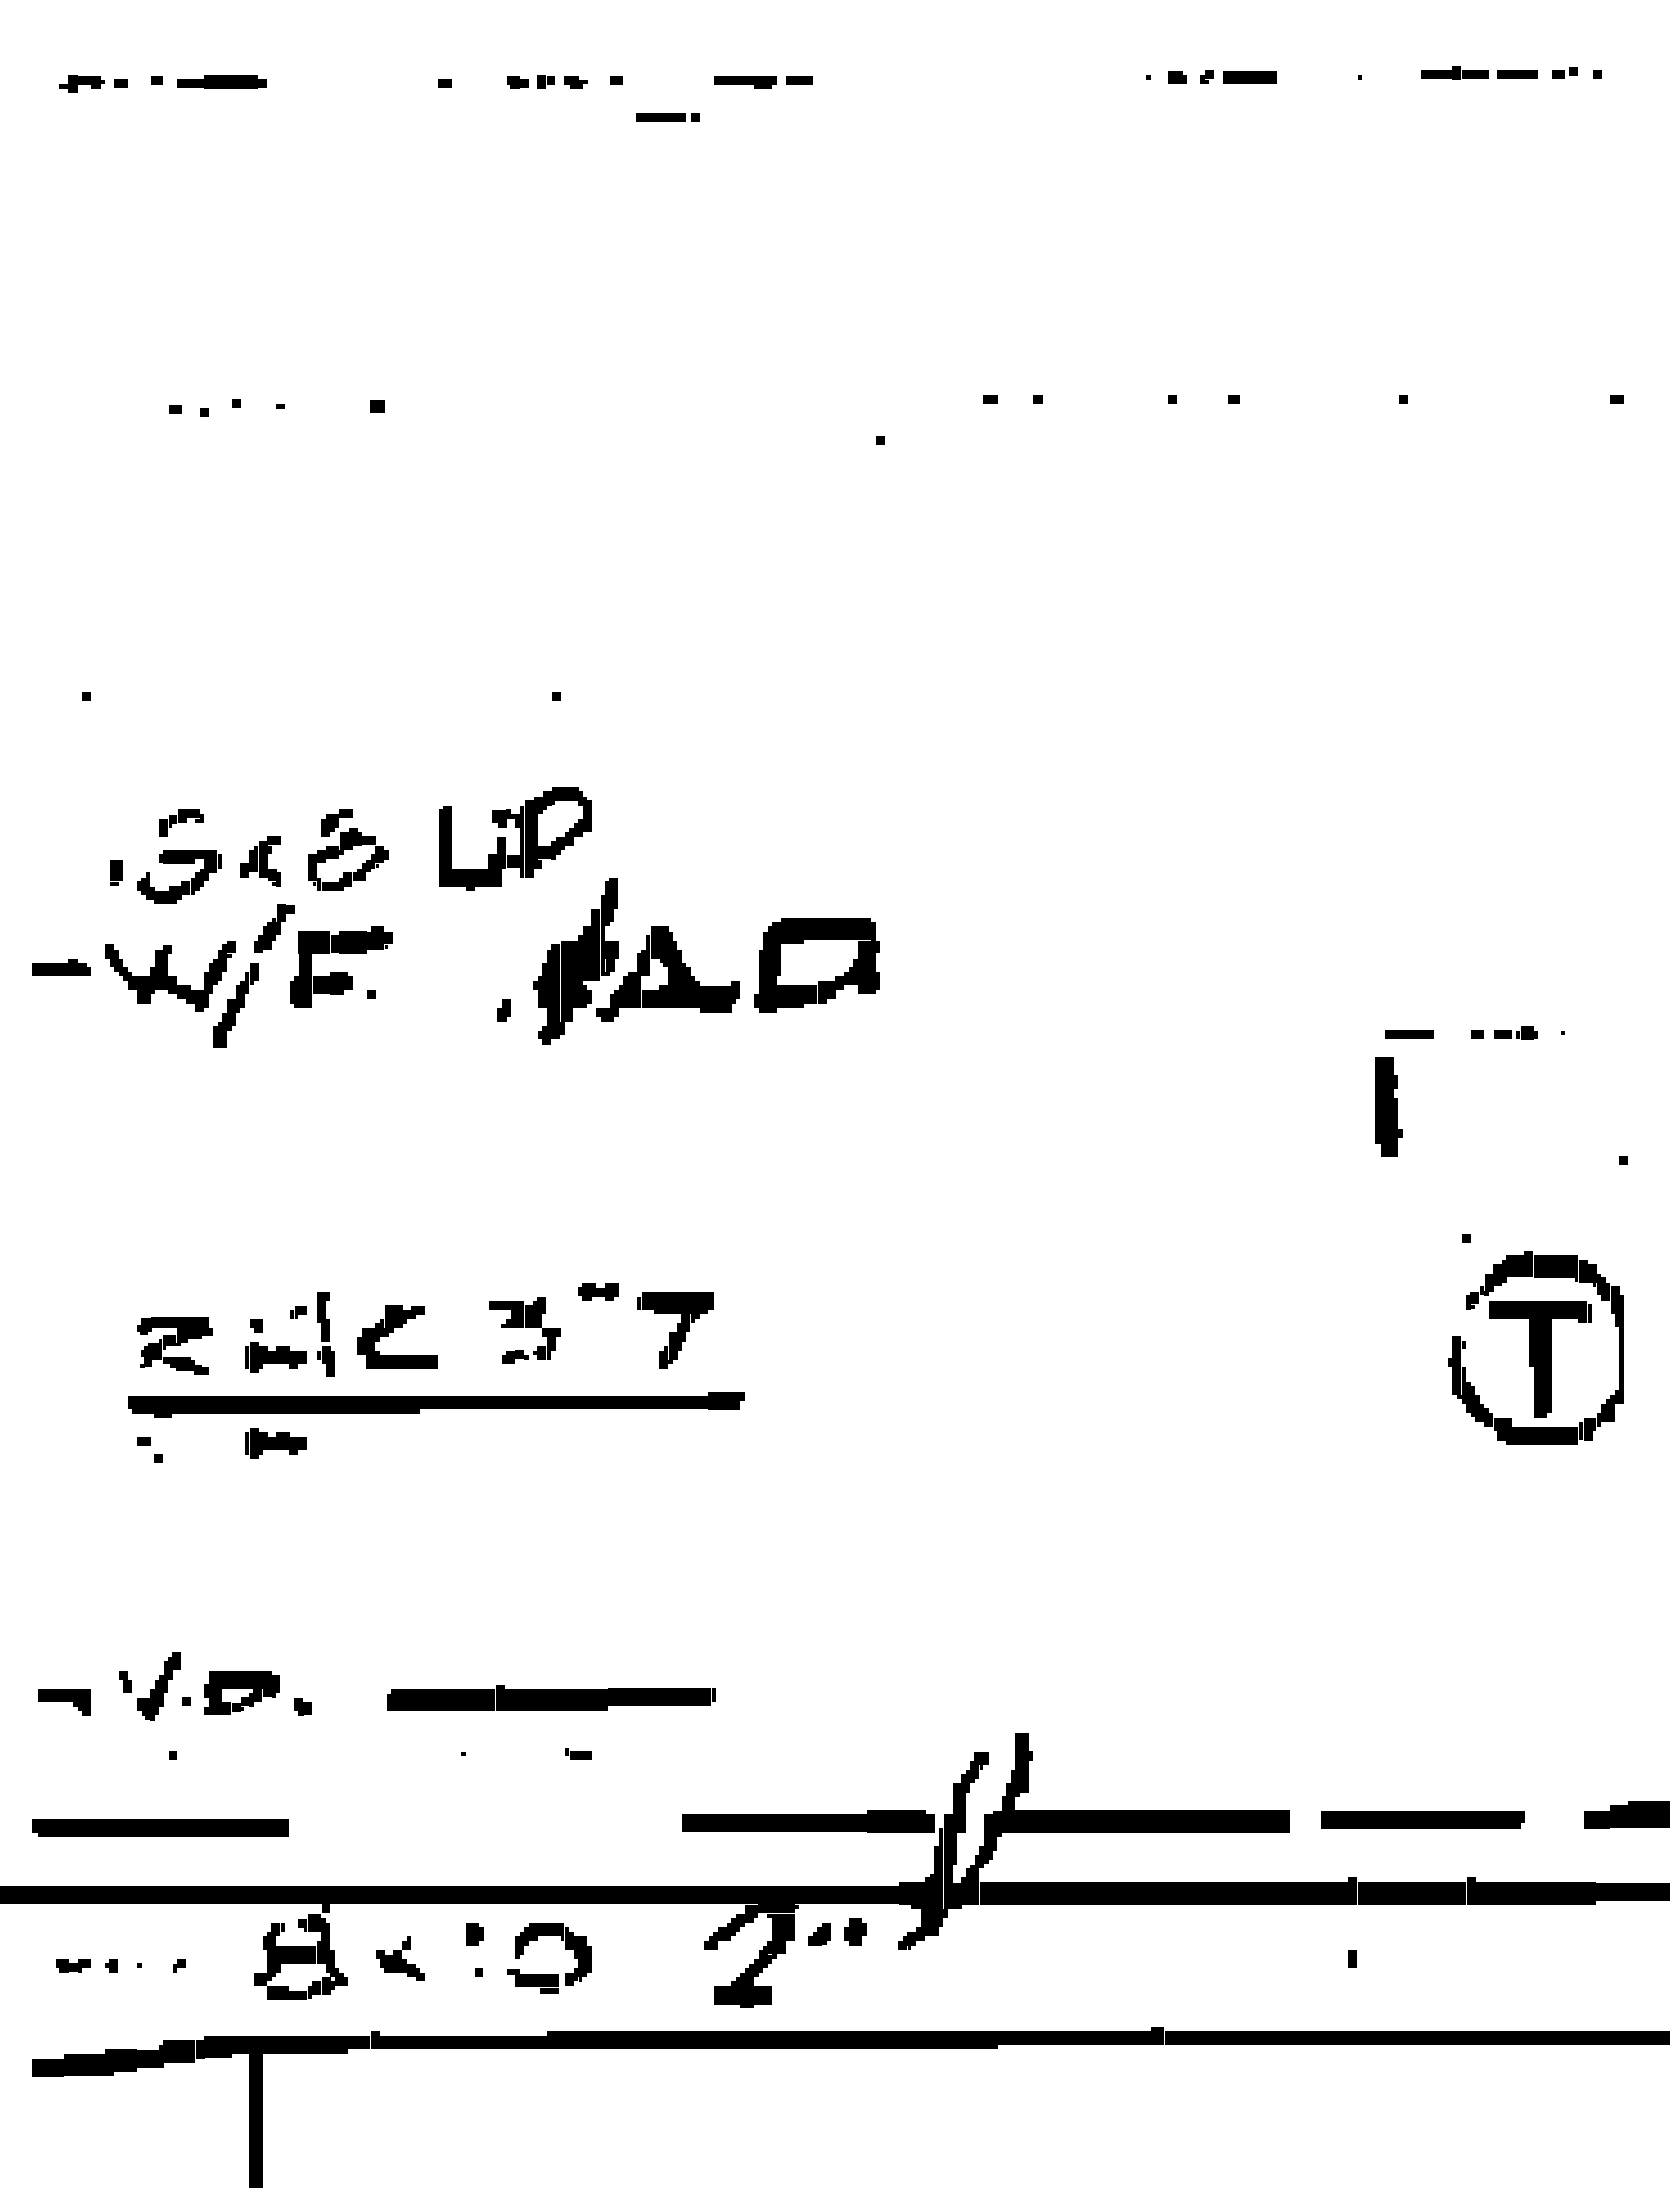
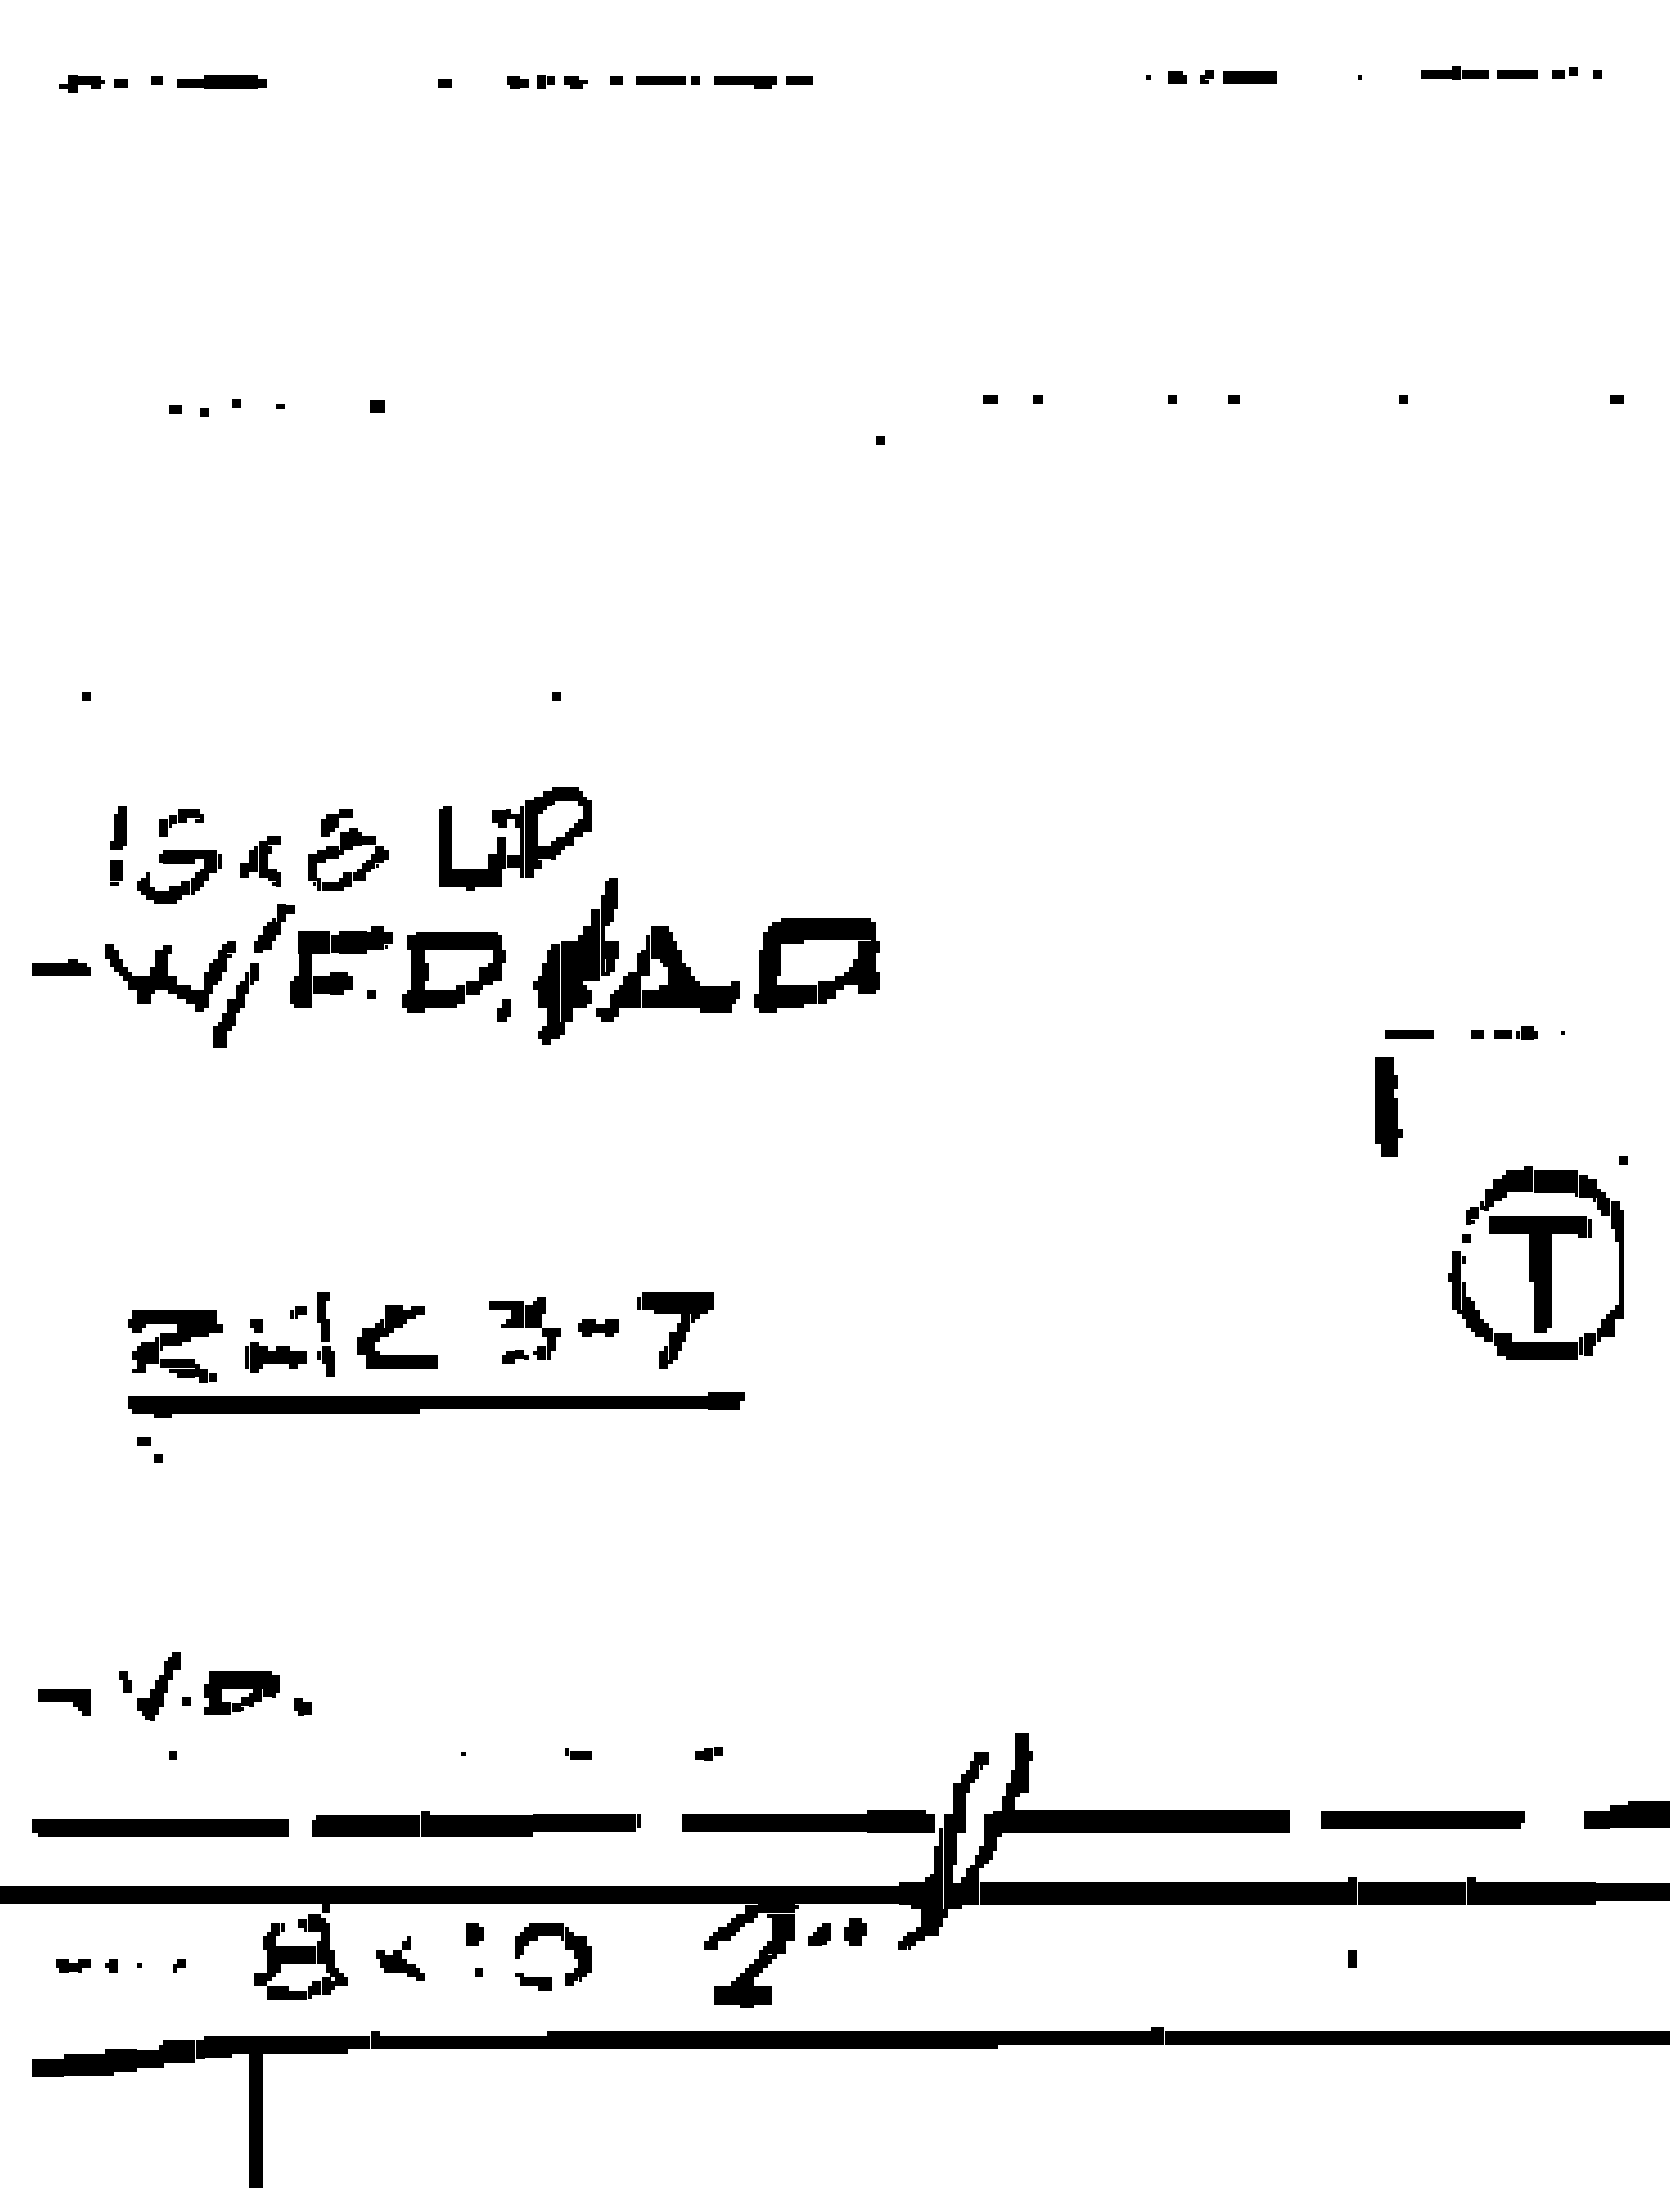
part at (667, 117) position: (667, 117) -> (667, 80)
part at (118, 827): none -> present
part at (456, 985): none -> present
part at (598, 1291) position: (598, 1291) -> (598, 1327)
part at (174, 1345) size: 76x58 px -> 95x73 px
part at (1535, 1347) position: (1535, 1347) -> (1535, 1262)
part at (275, 1443): present -> none
part at (551, 1697) position: (551, 1697) -> (476, 1823)
part at (708, 1753): none -> present
part at (532, 1981) size: 52x25 px -> 37x18 px
